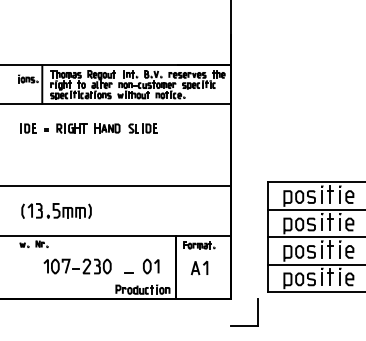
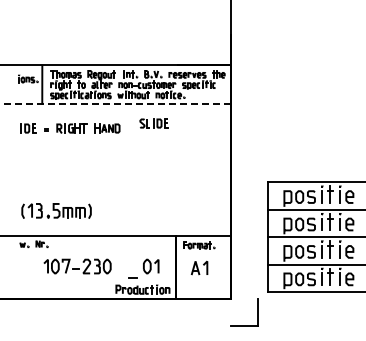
line at (115, 103): solid -> dashed
part at (142, 128) position: (142, 128) -> (153, 123)
line at (116, 186): present -> none
line at (128, 272) position: (128, 272) -> (132, 277)
